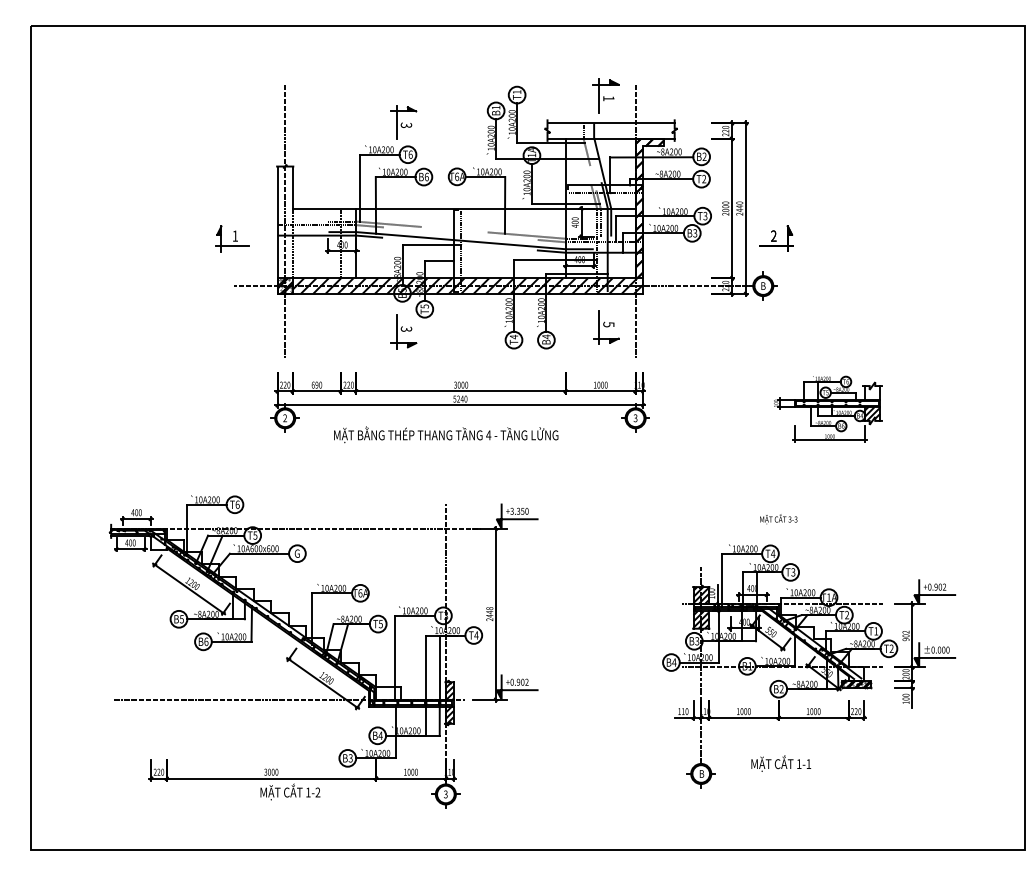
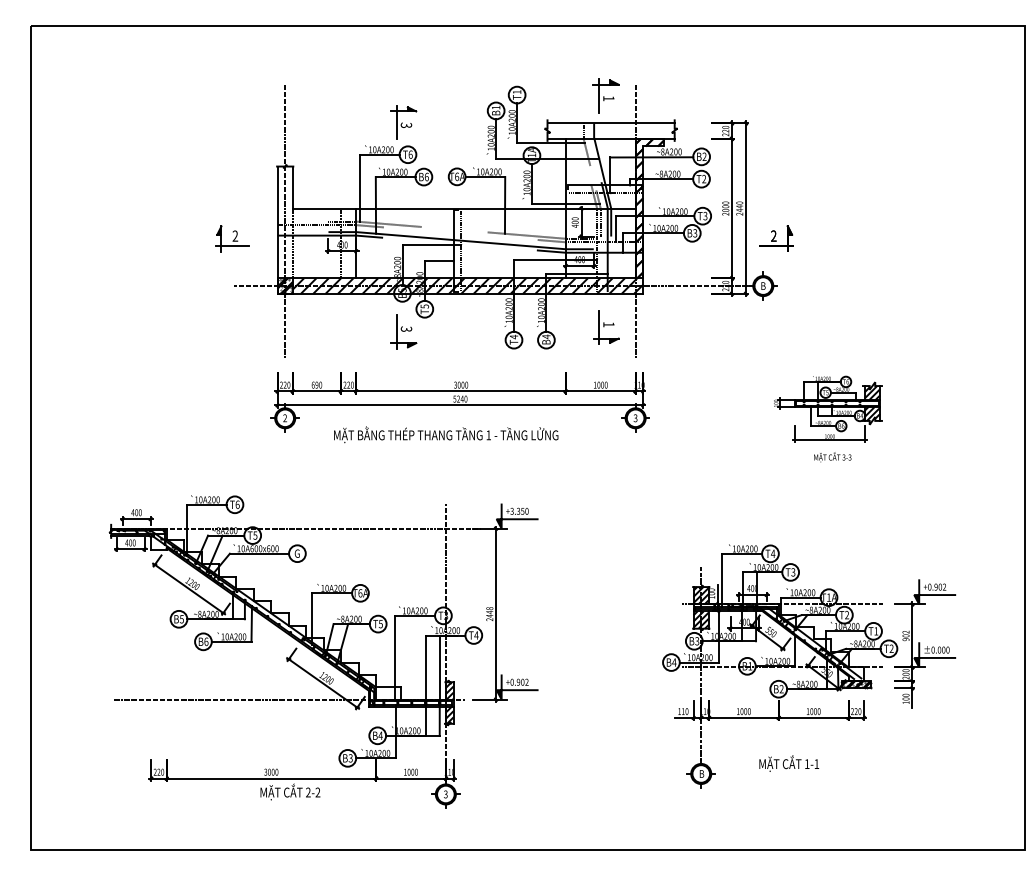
text at (235, 235): 1 -> 2
text at (608, 324): 5 -> 1
hatch at (872, 393): none -> present
text at (488, 435): 4 -> 1
text at (778, 519) position: (778, 519) -> (832, 457)
text at (781, 763) position: (781, 763) -> (789, 763)
text at (308, 792): 1-2 -> 2-2
